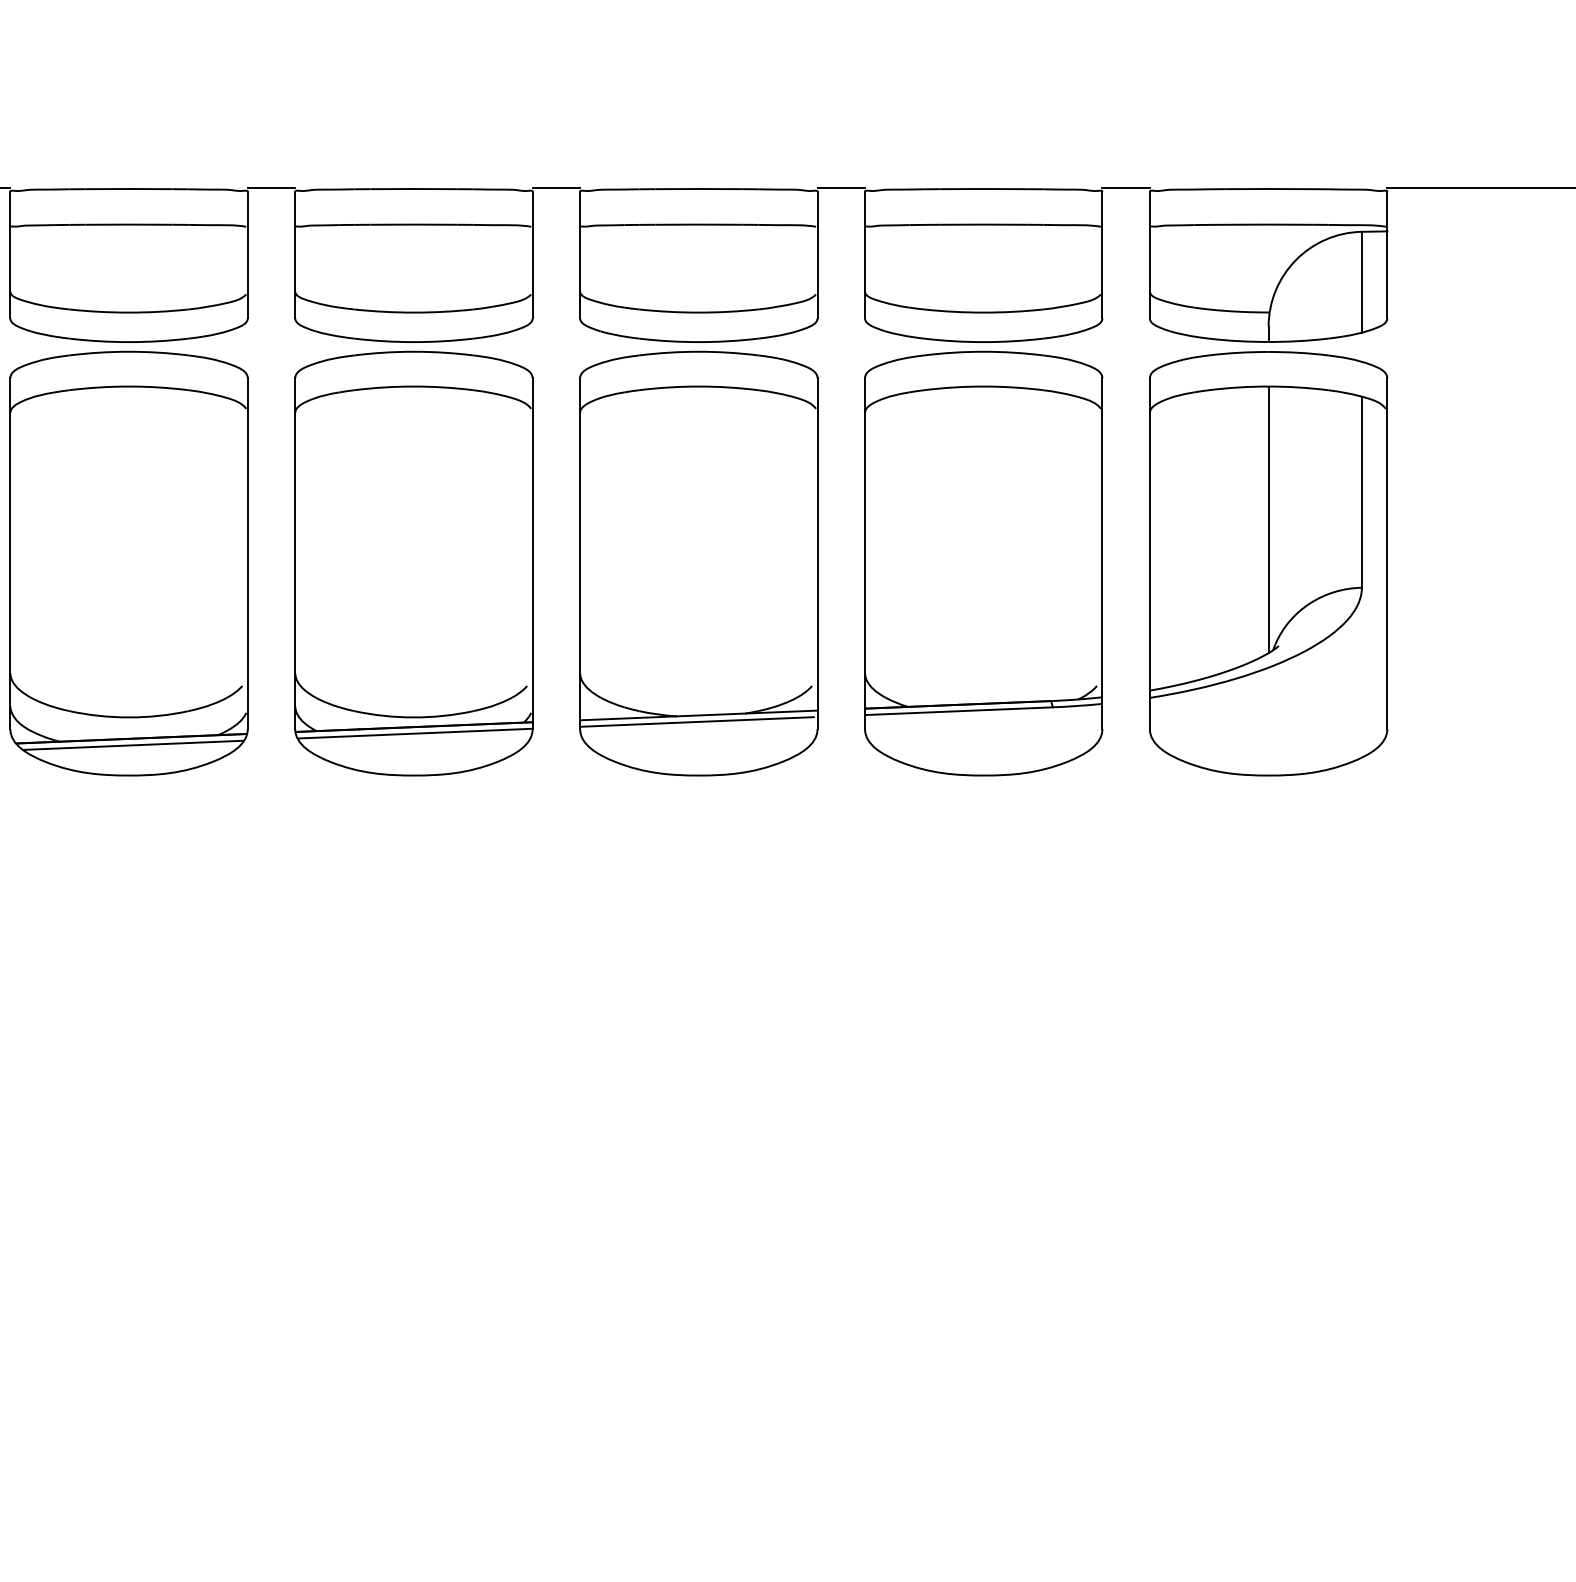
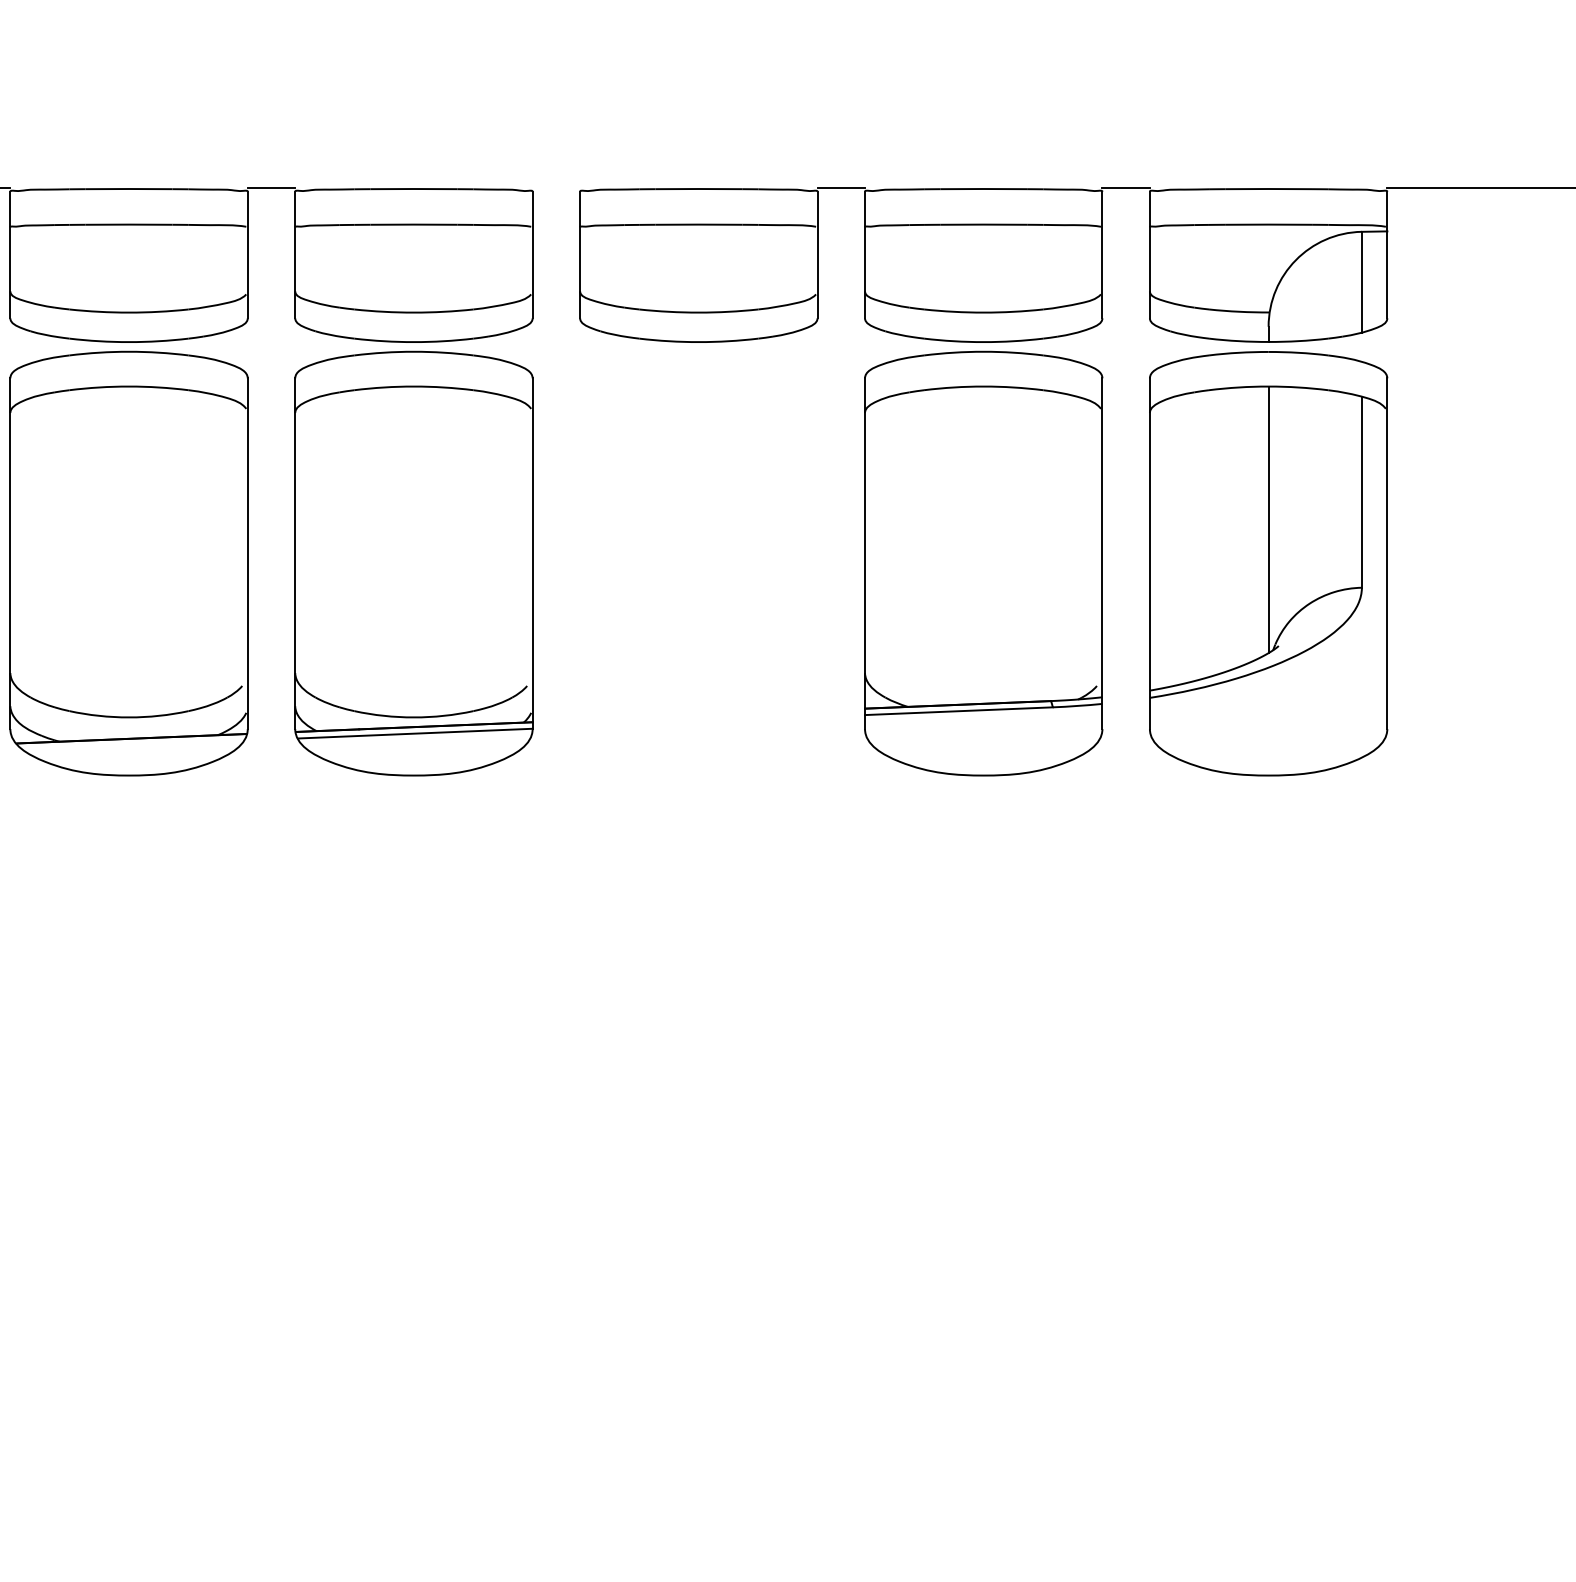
line at (556, 188): present -> none
part at (698, 563): present -> none
line at (133, 744): present -> none
